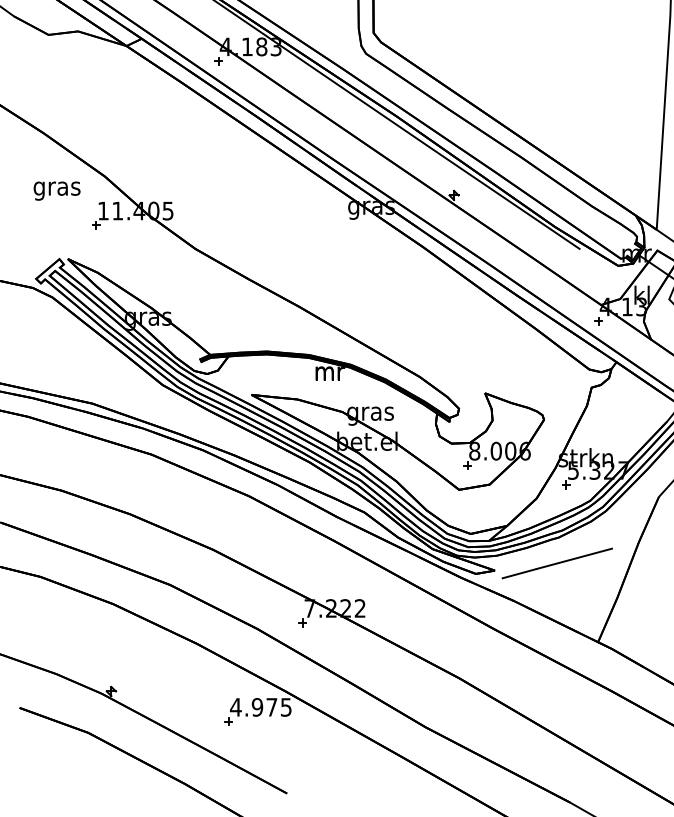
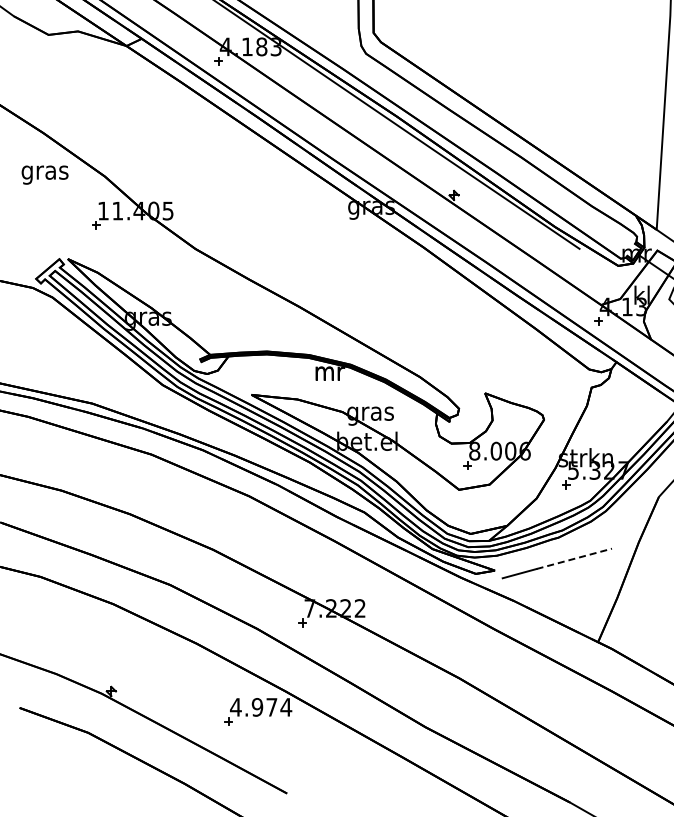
text at (56, 190) position: (56, 190) -> (44, 174)
line at (574, 558): solid -> dashed
text at (286, 707): 4.975 -> 4.974
